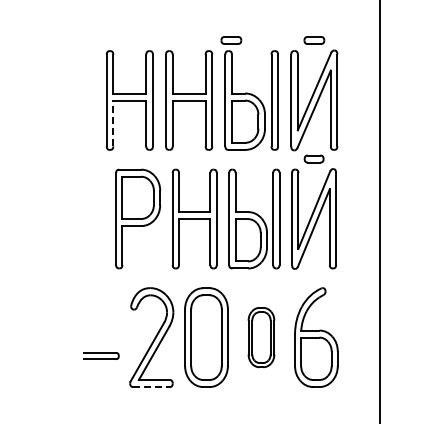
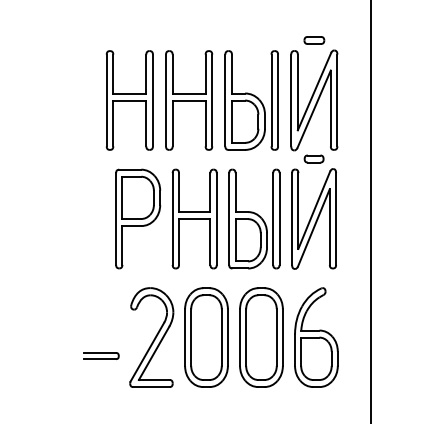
part at (231, 40): present -> none
line at (113, 123): dashed -> solid
line at (380, 211) position: (380, 211) -> (371, 211)
part at (261, 337) size: 29x62 px -> 45x101 px
line at (151, 387): dashed -> solid
